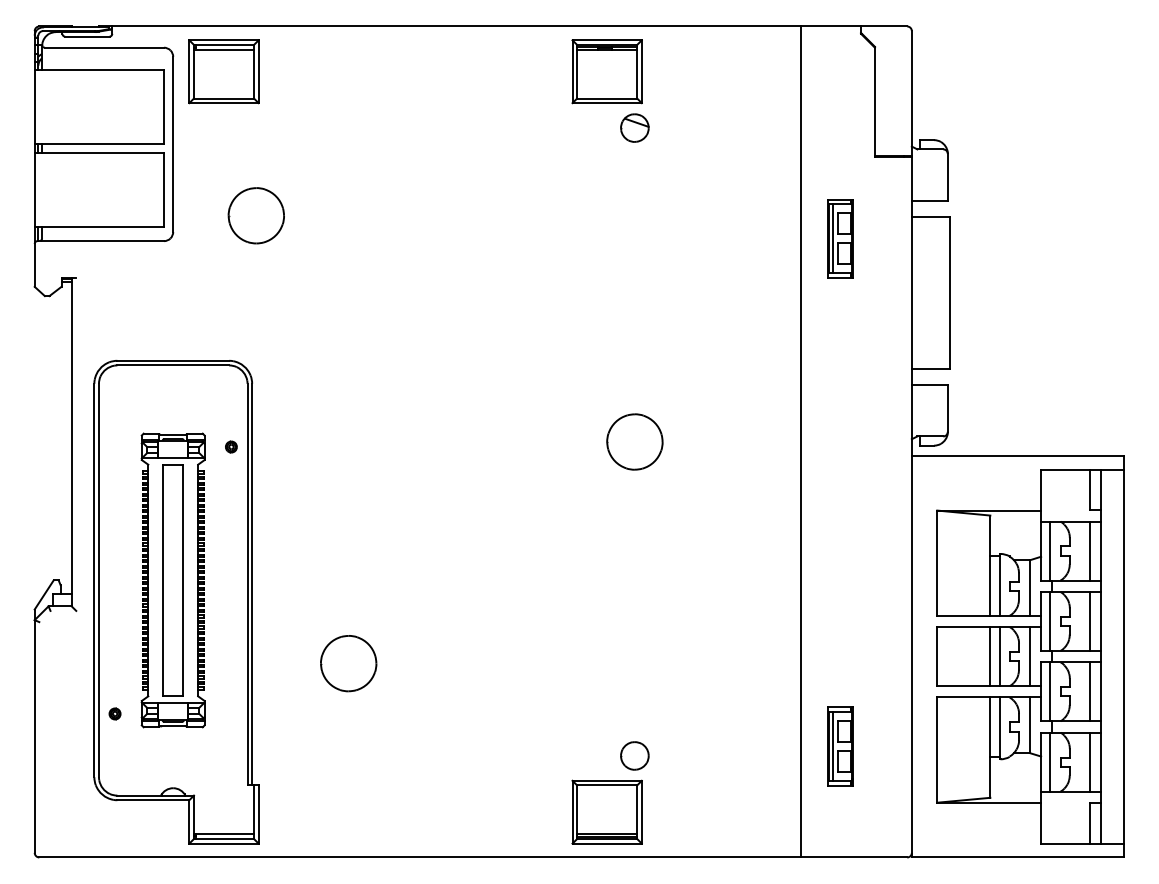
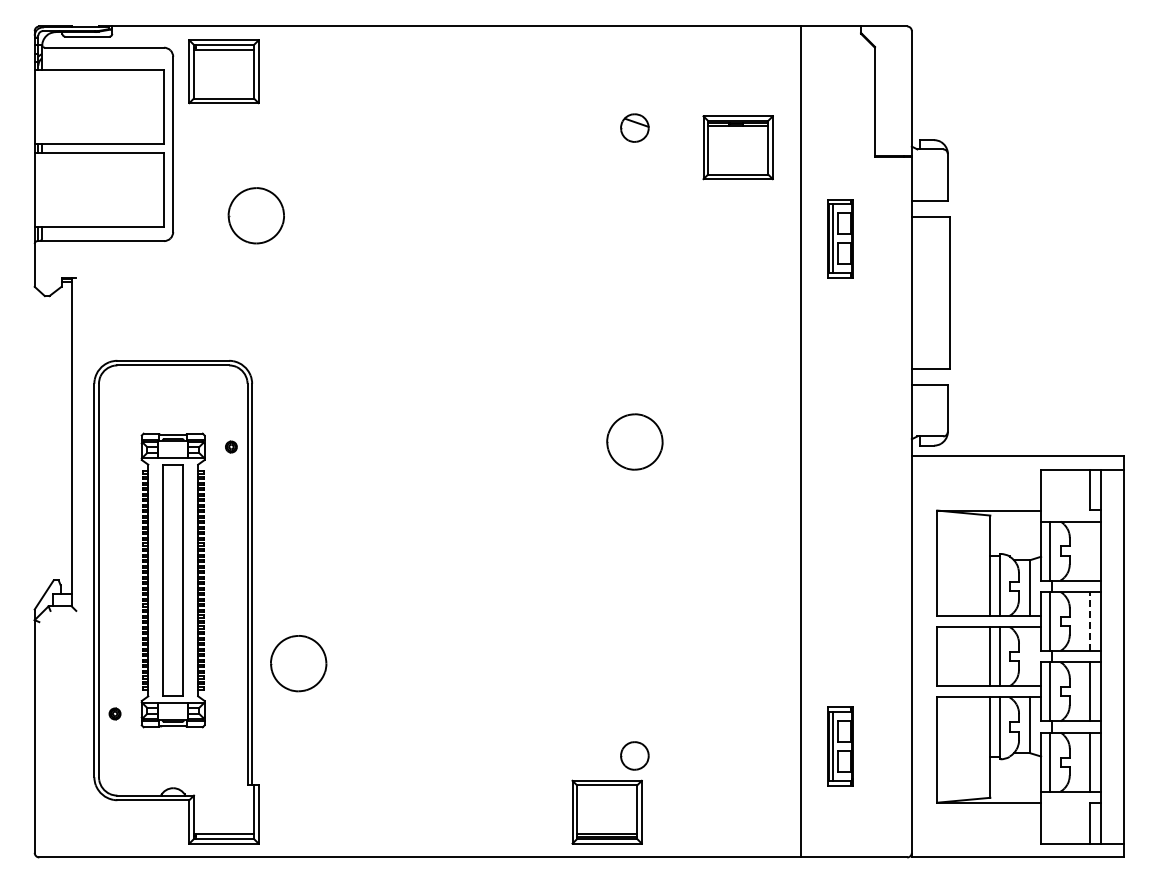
part at (606, 71) position: (606, 71) -> (737, 147)
line at (1090, 550): present -> none
line at (1090, 621): solid -> dashed
line at (1029, 656): present -> none
part at (348, 663) position: (348, 663) -> (298, 663)
